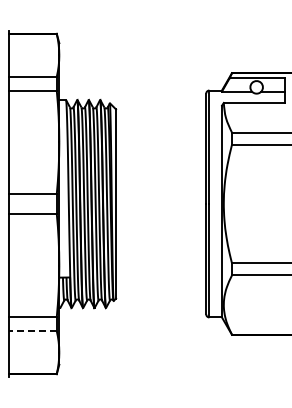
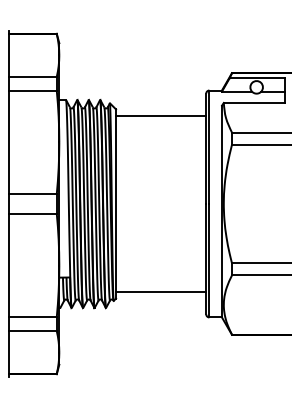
line at (161, 115): none -> present
line at (161, 292): none -> present
line at (32, 331): dashed -> solid
